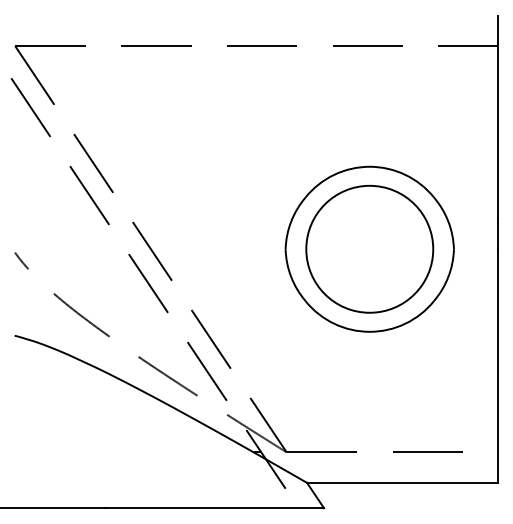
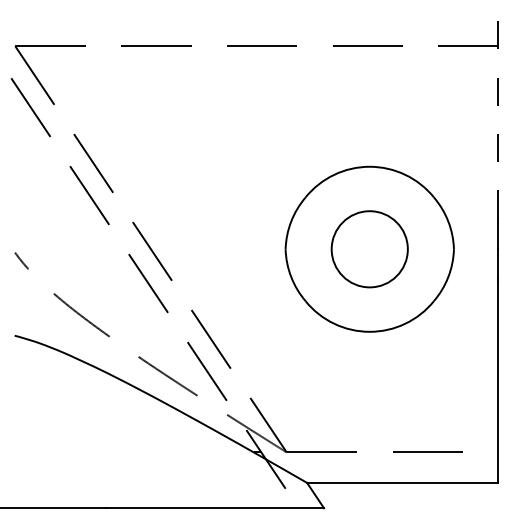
line at (497, 116): solid -> dashed
circle at (369, 248) diameter: 127 px -> 76 px
